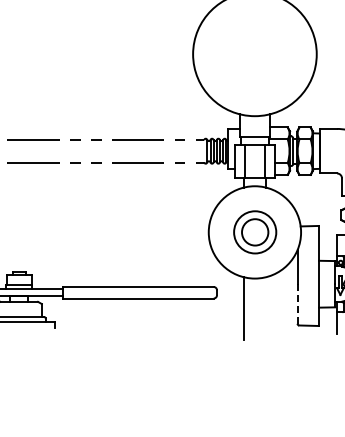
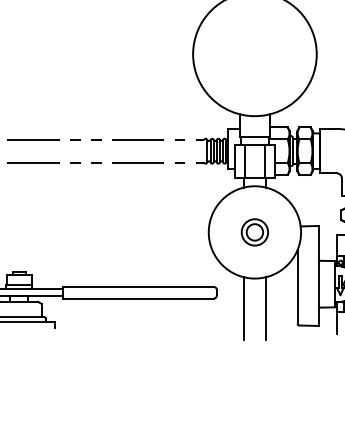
part at (255, 232) size: 45x45 px -> 29x29 px
line at (297, 304): dashed -> solid
line at (266, 308): none -> present
